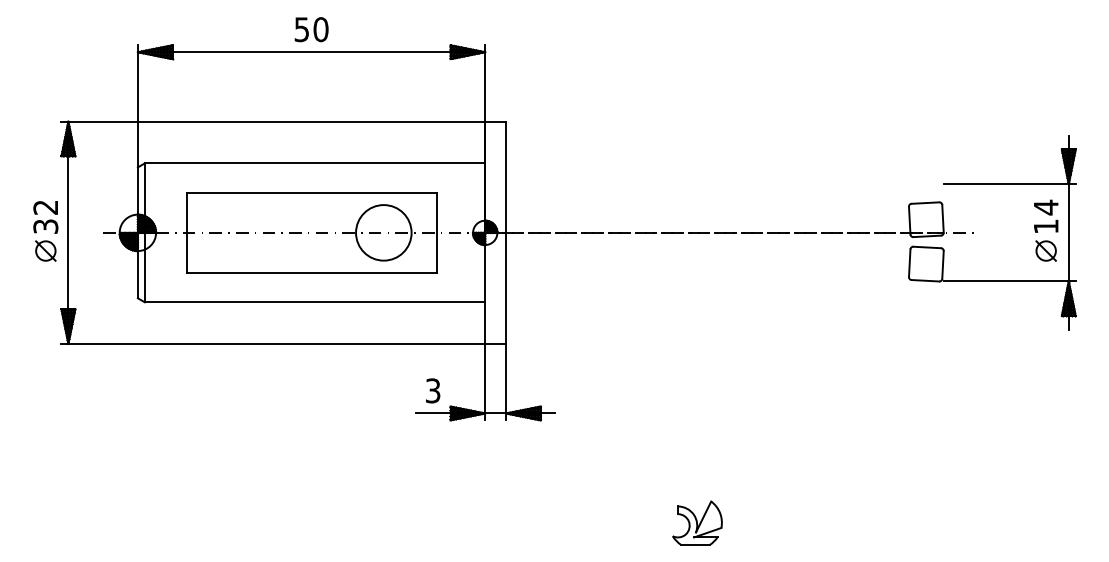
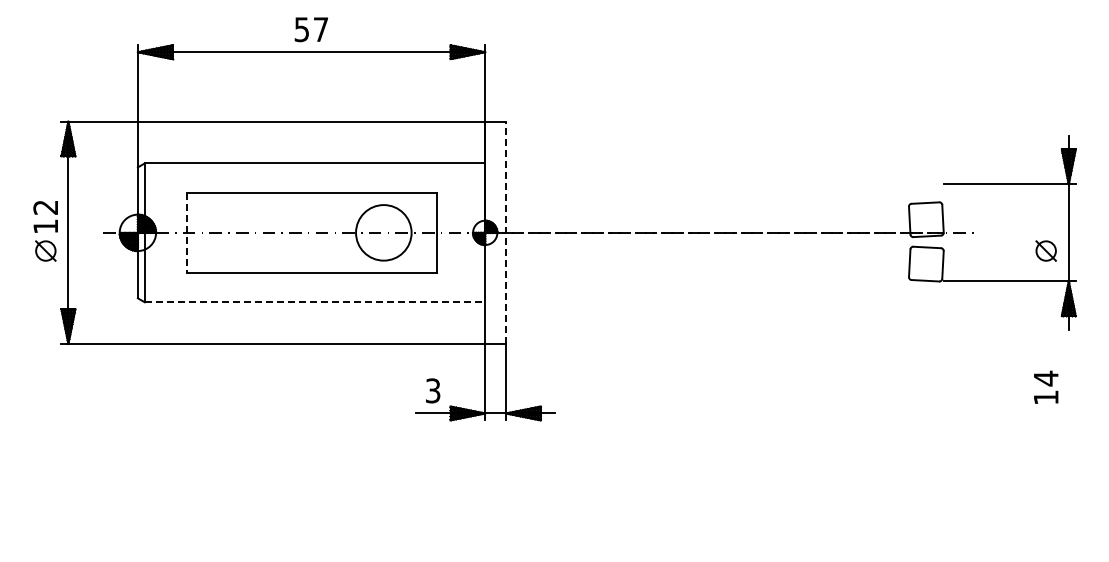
text at (320, 29): 50 -> 57
text at (1046, 215) position: (1046, 215) -> (1046, 386)
text at (45, 226): 32 -> 12
line at (186, 232): solid -> dashed
line at (506, 232): solid -> dashed
line at (315, 302): solid -> dashed
part at (697, 522): present -> none
